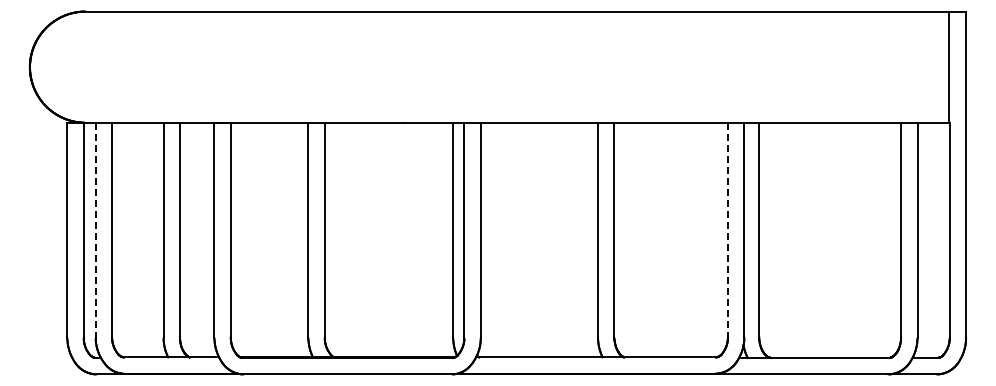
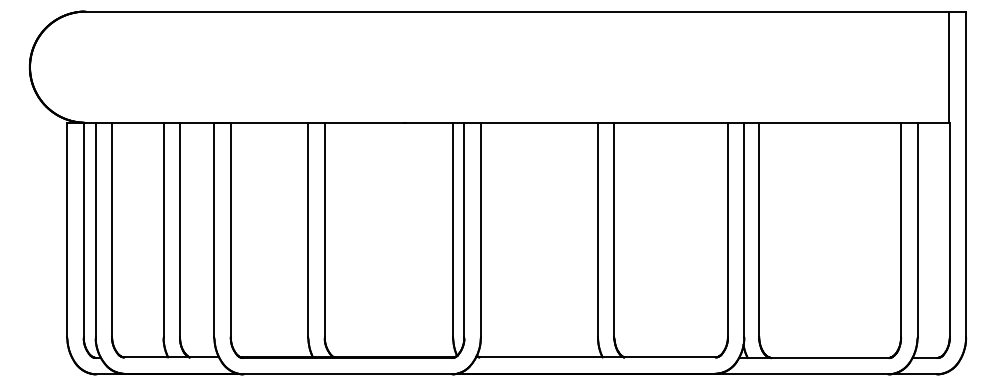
line at (95, 229): dashed -> solid
line at (727, 229): dashed -> solid
